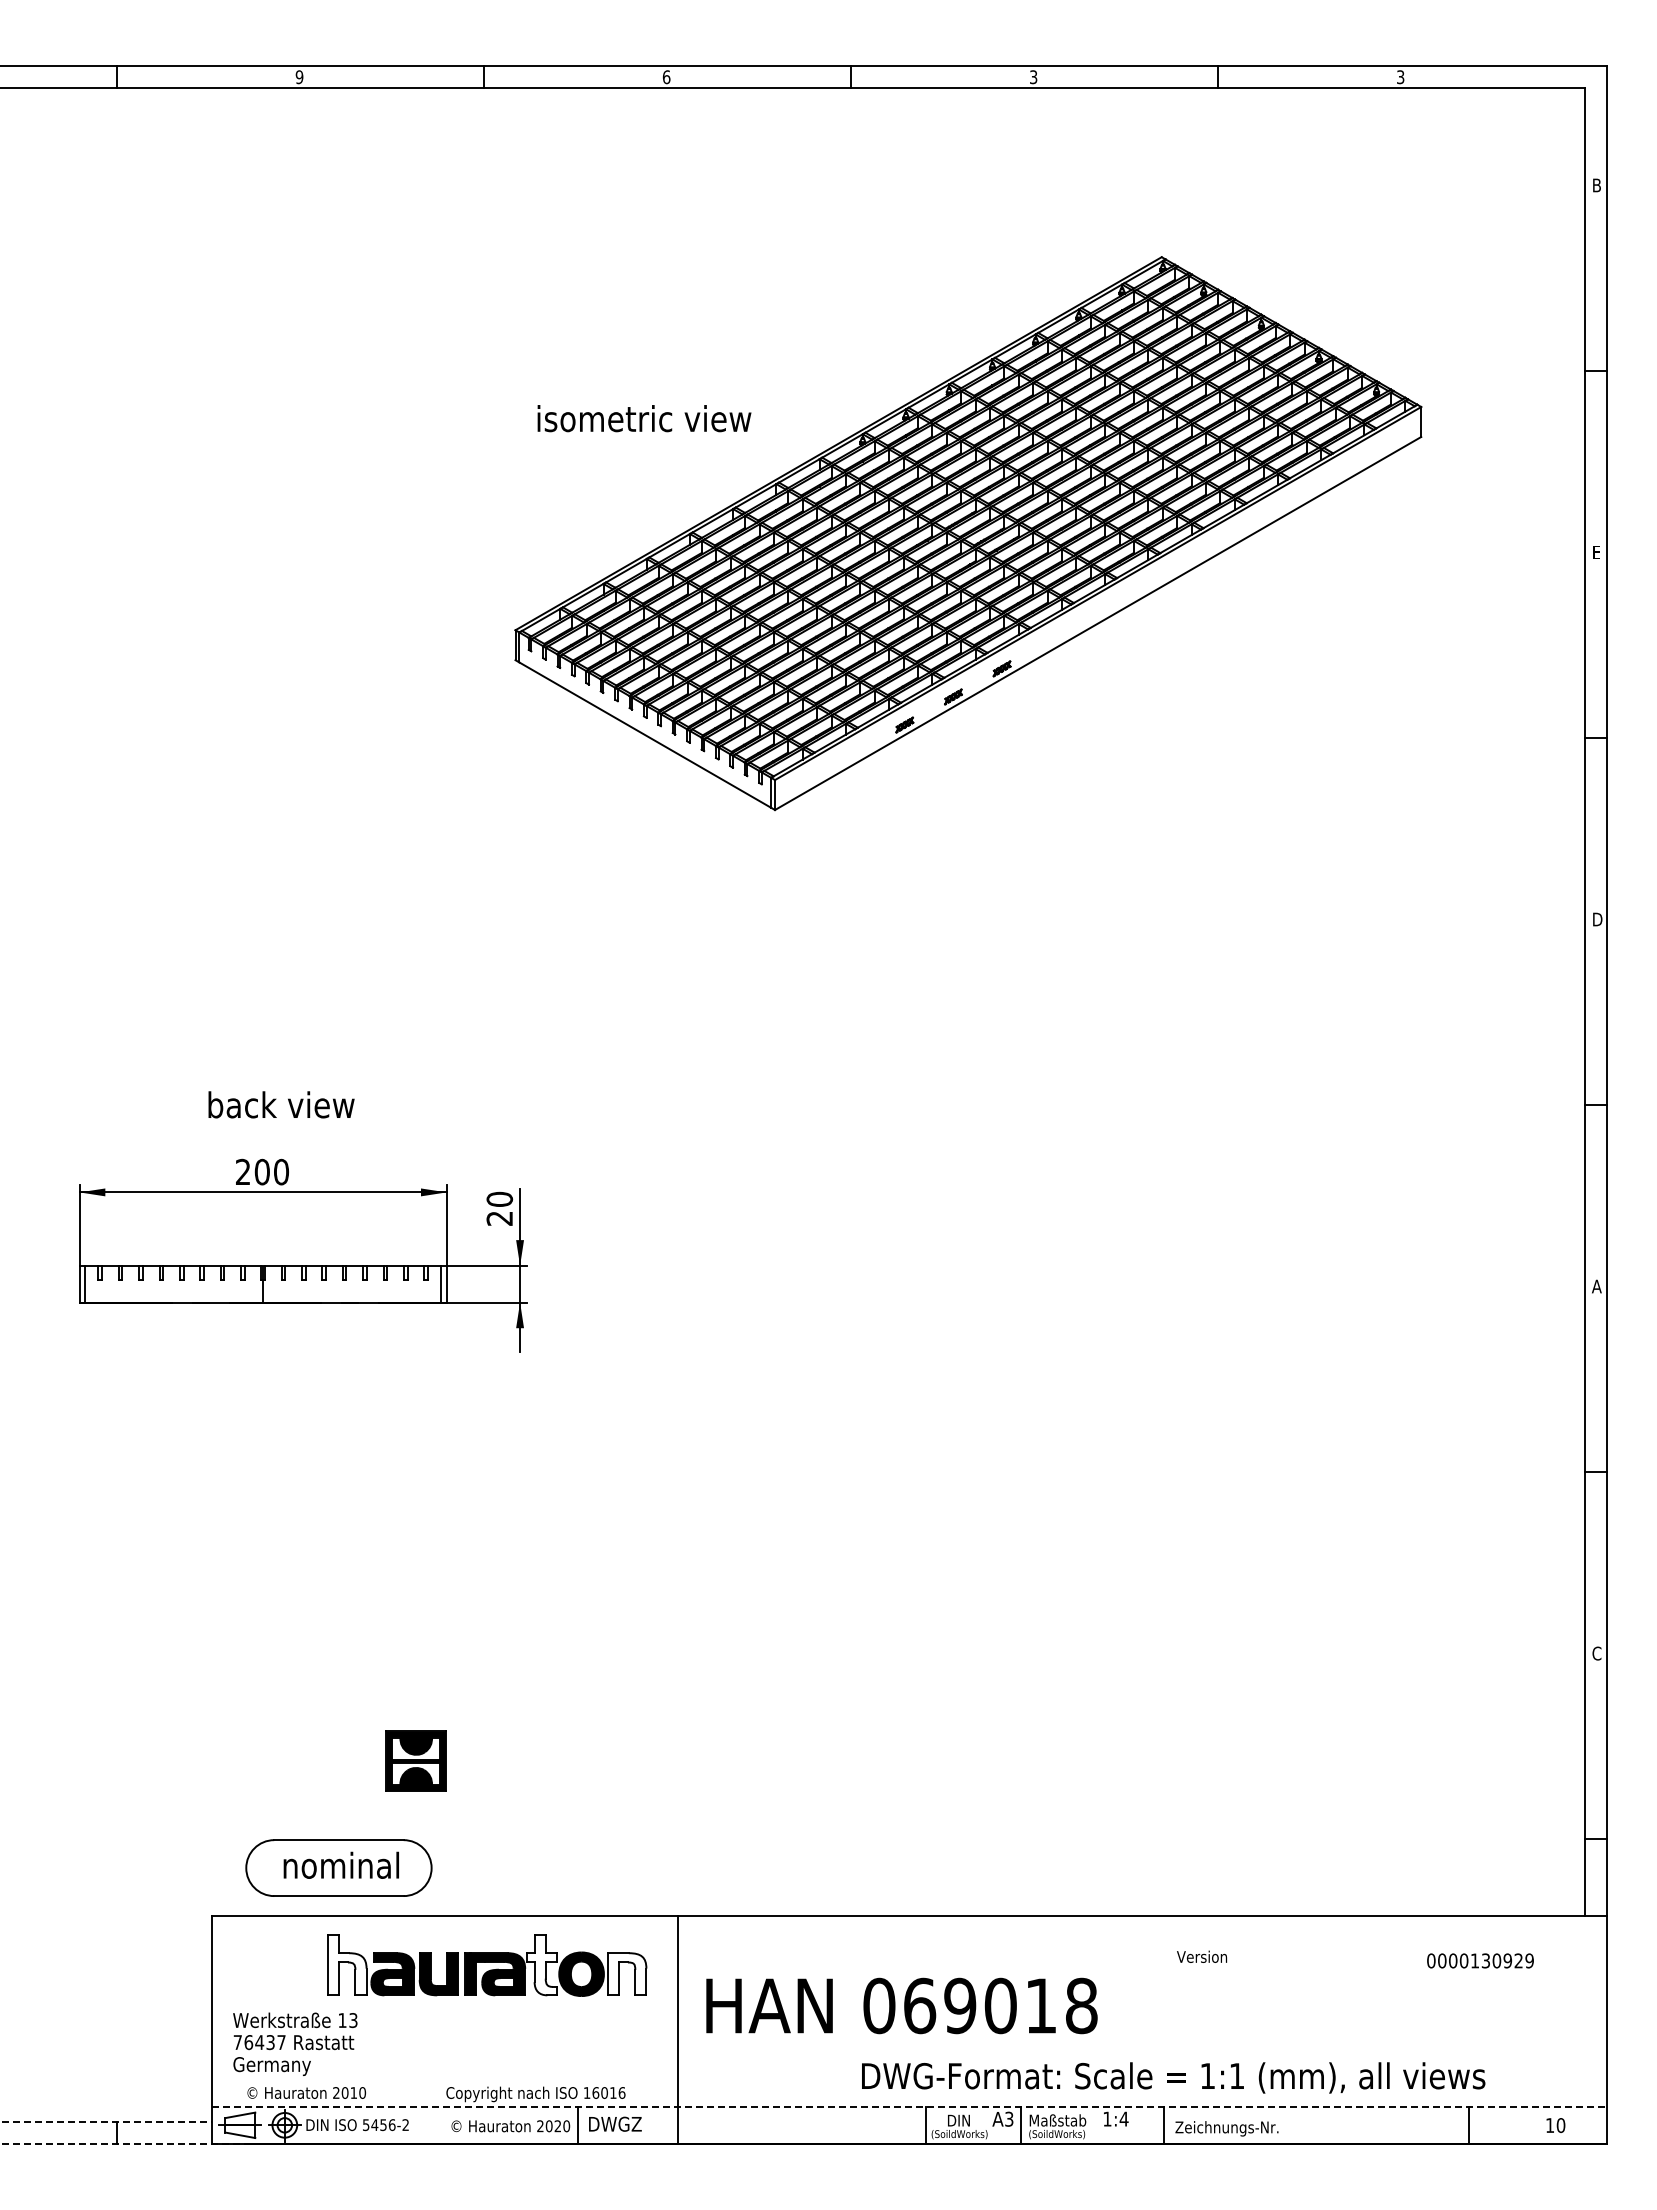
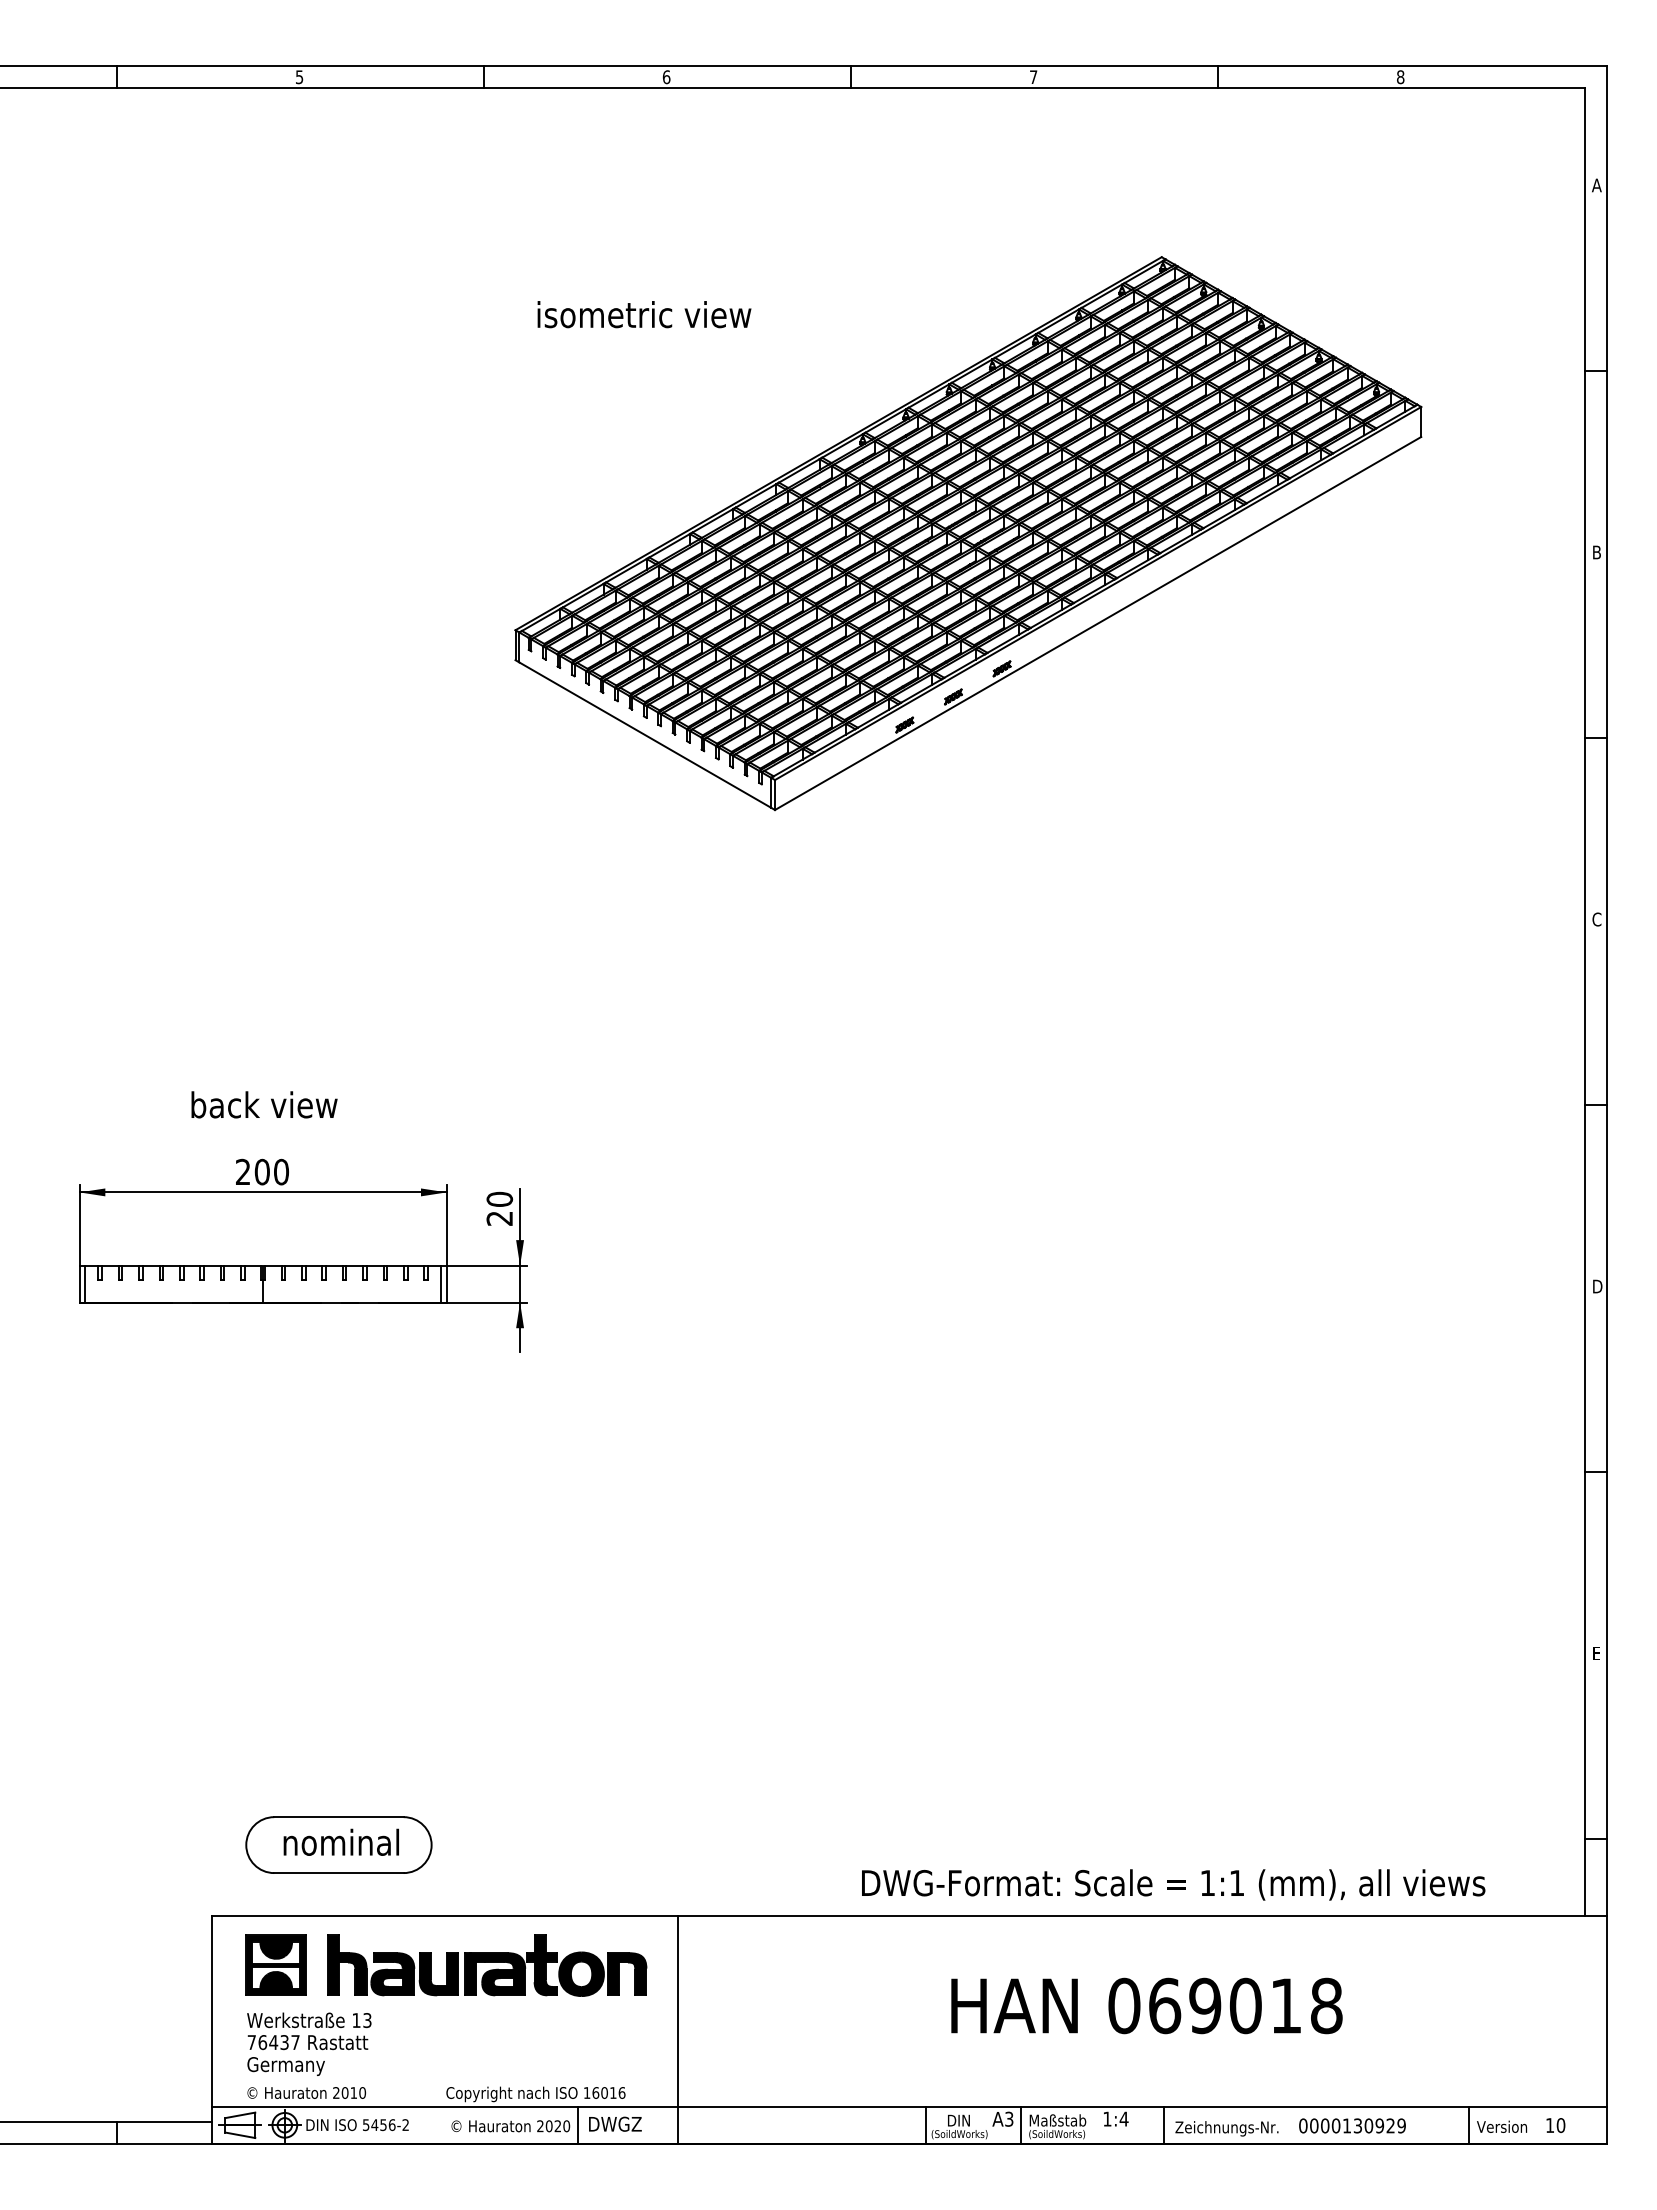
text at (299, 76): 9 -> 5
text at (1033, 77): 3 -> 7
text at (1400, 77): 3 -> 8
text at (1596, 185): B -> A
text at (644, 418) position: (644, 418) -> (644, 314)
text at (1596, 552): E -> B
text at (1597, 919): D -> C
text at (281, 1104) position: (281, 1104) -> (264, 1104)
text at (1597, 1286): A -> D
text at (1596, 1653): C -> E
part at (415, 1760) position: (415, 1760) -> (275, 1964)
part at (338, 1867) position: (338, 1867) -> (338, 1844)
text at (1202, 1956) position: (1202, 1956) -> (1502, 2126)
text at (1480, 1960) position: (1480, 1960) -> (1352, 2125)
fill at (347, 1965): none -> present
fill at (541, 1965): none -> present
fill at (626, 1974): none -> present
text at (901, 2005) position: (901, 2005) -> (1146, 2005)
text at (295, 2043) position: (295, 2043) -> (309, 2043)
text at (1173, 2077) position: (1173, 2077) -> (1173, 1884)
line at (910, 2106): dashed -> solid
line at (106, 2121): dashed -> solid
line at (124, 2143): dashed -> solid
